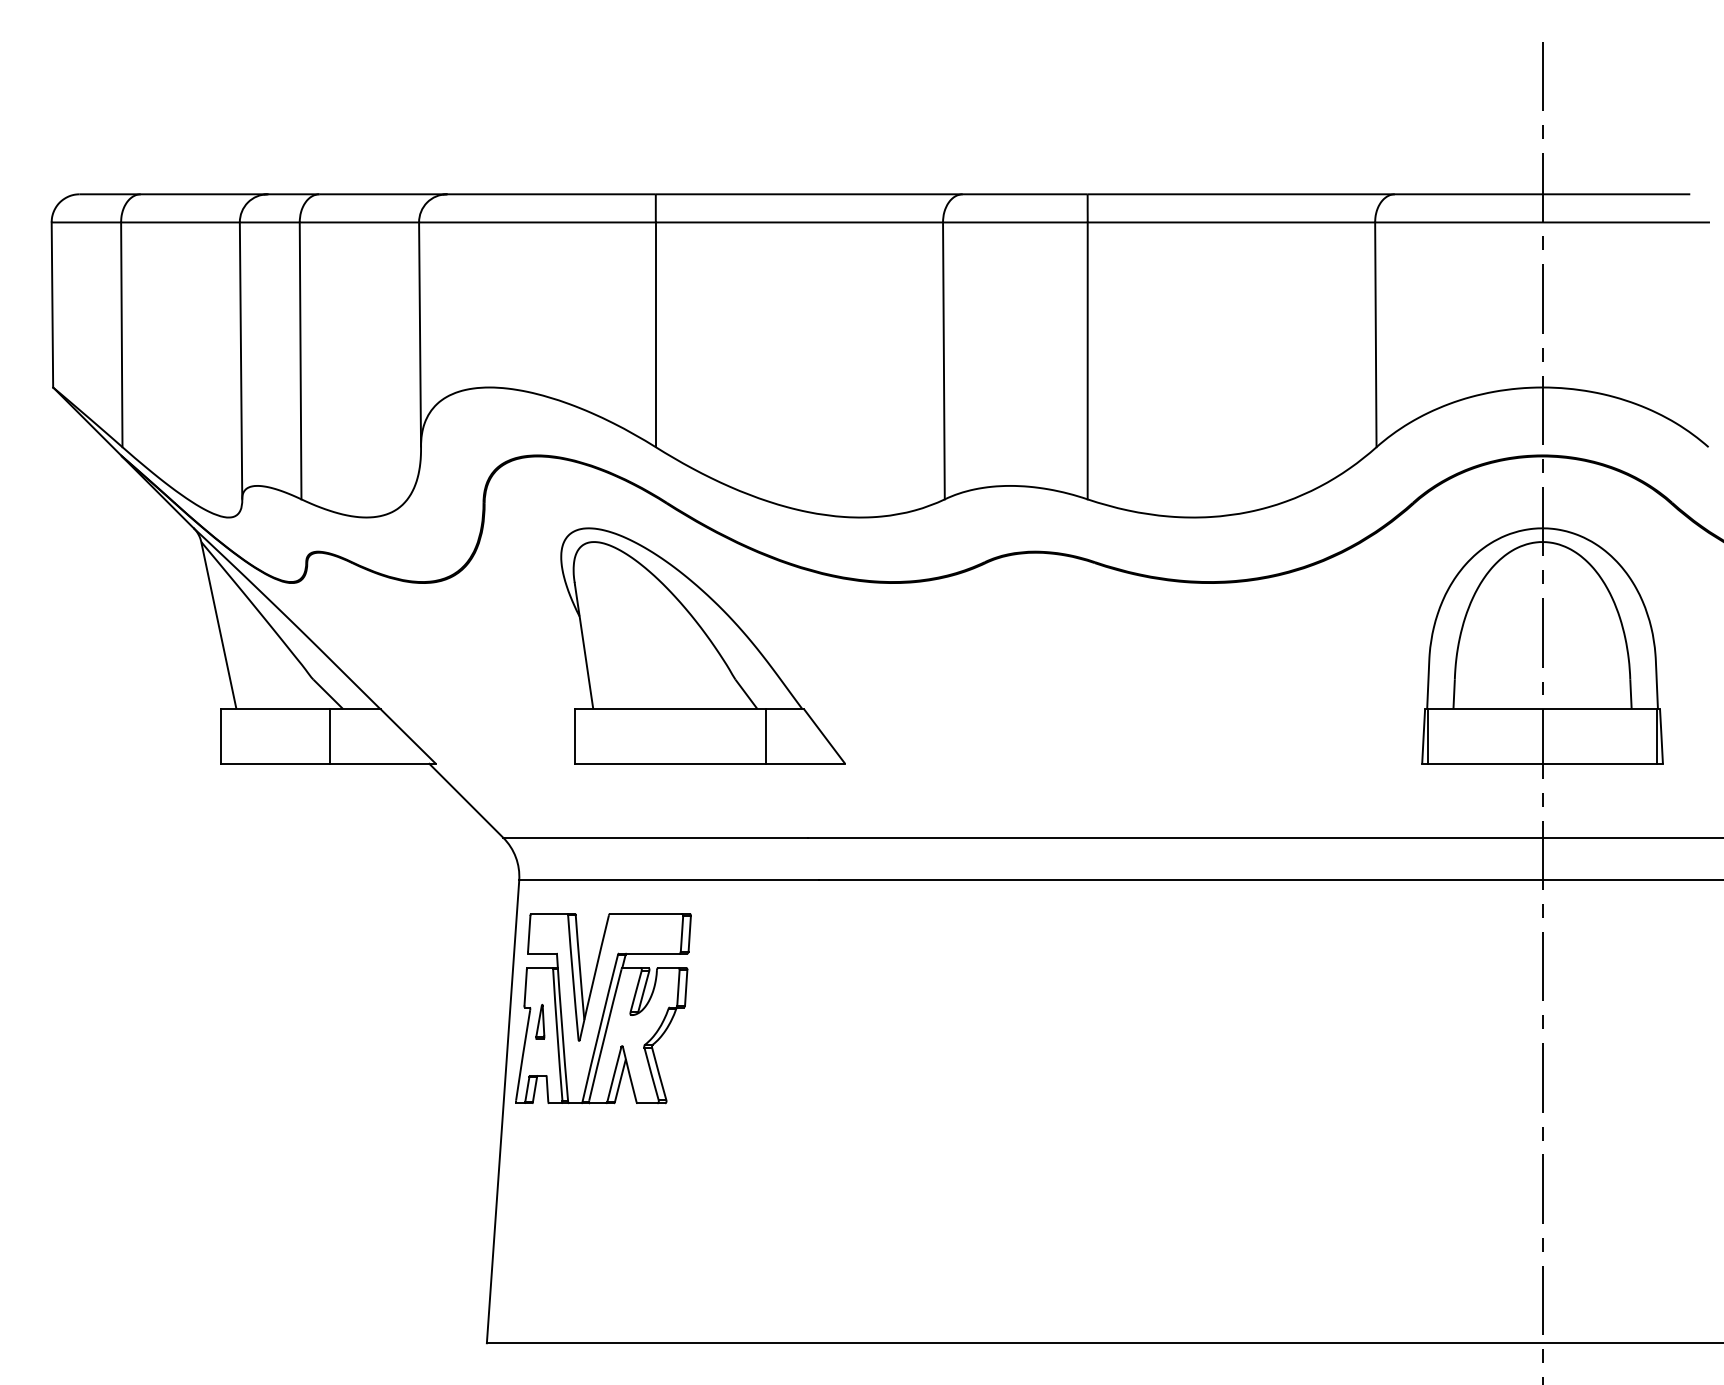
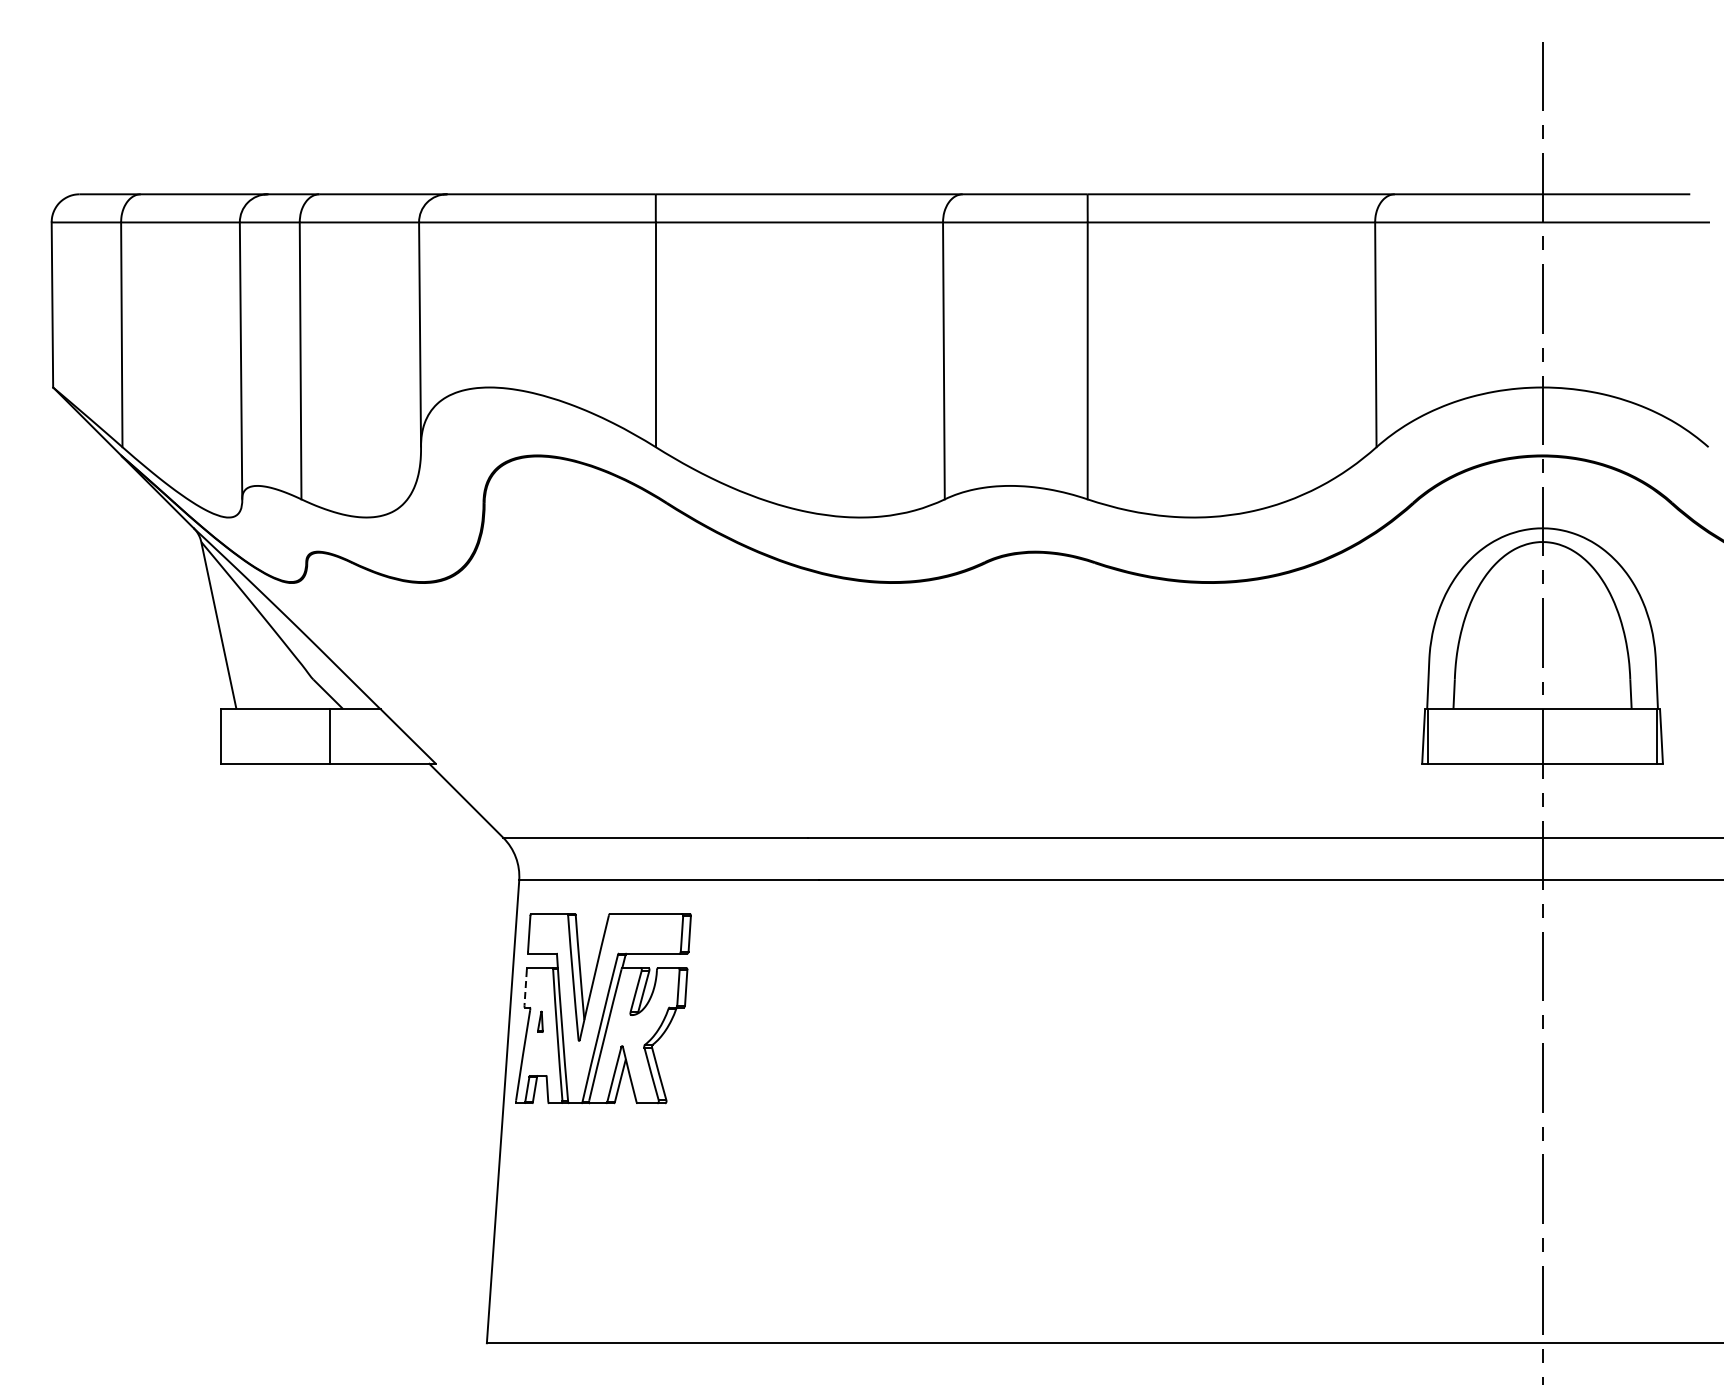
part at (702, 645): present -> none
line at (525, 987): solid -> dashed
part at (540, 1021) size: 11x36 px -> 7x23 px
